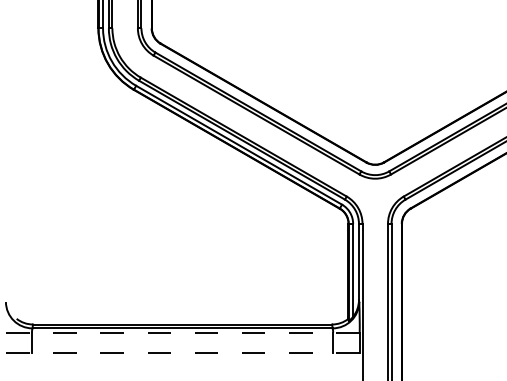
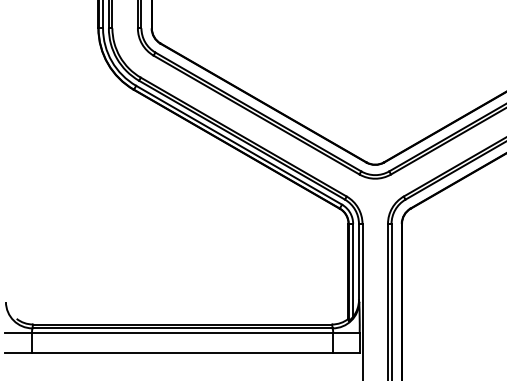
line at (182, 332): dashed -> solid
line at (182, 352): dashed -> solid
